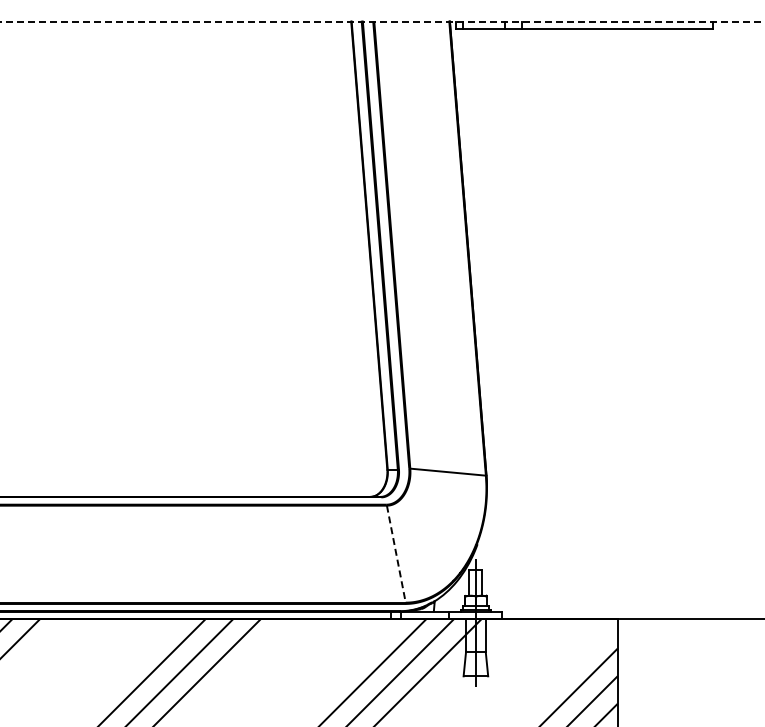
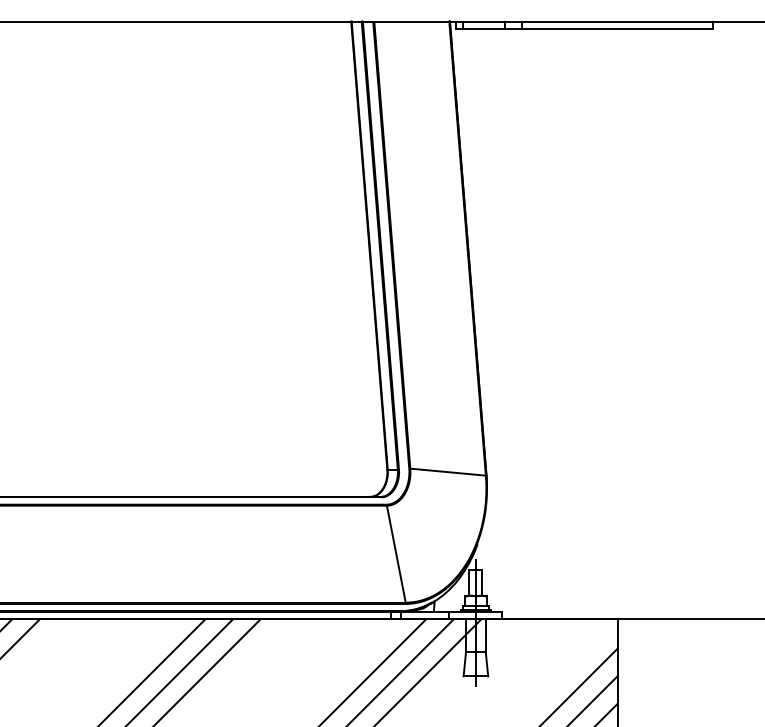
line at (381, 21): dashed -> solid
line at (396, 554): dashed -> solid
